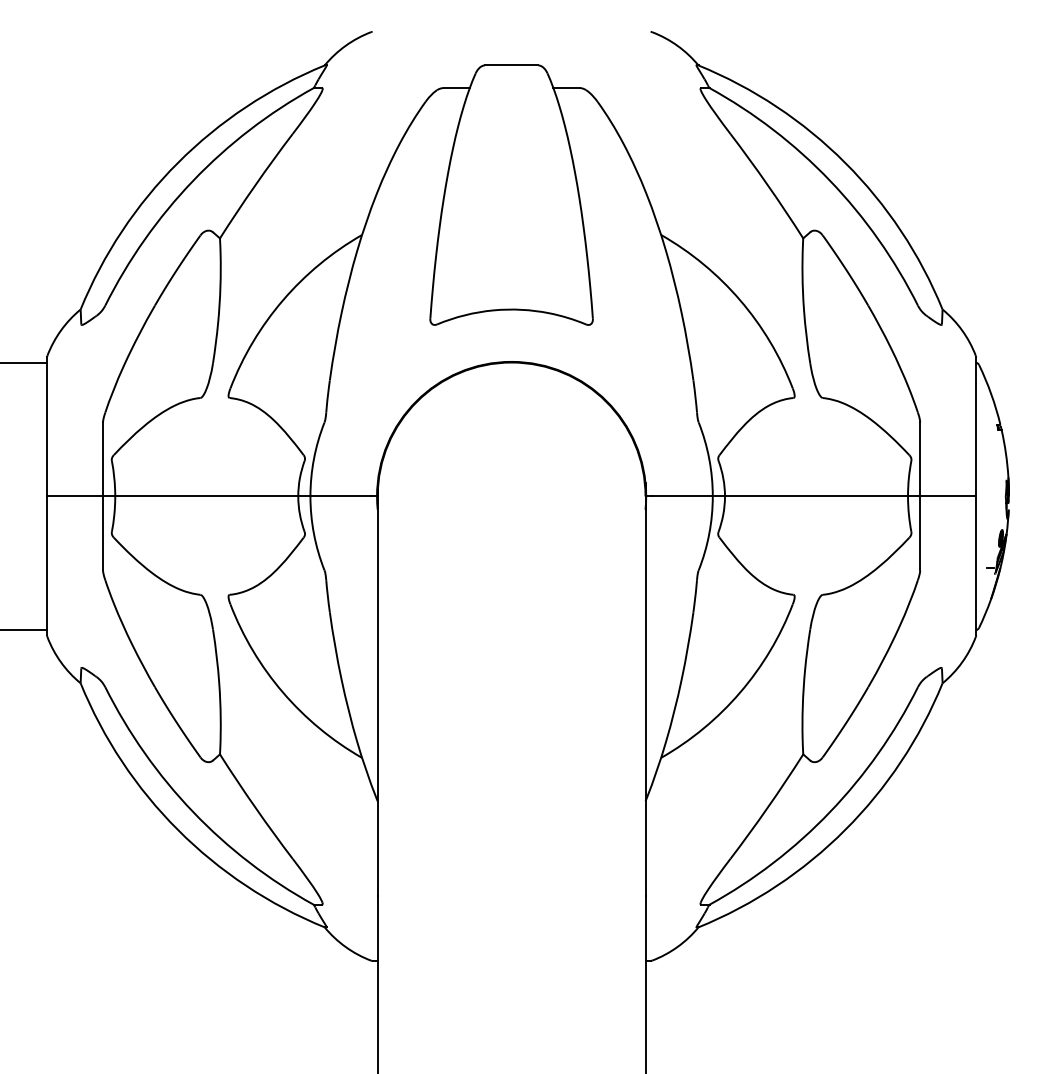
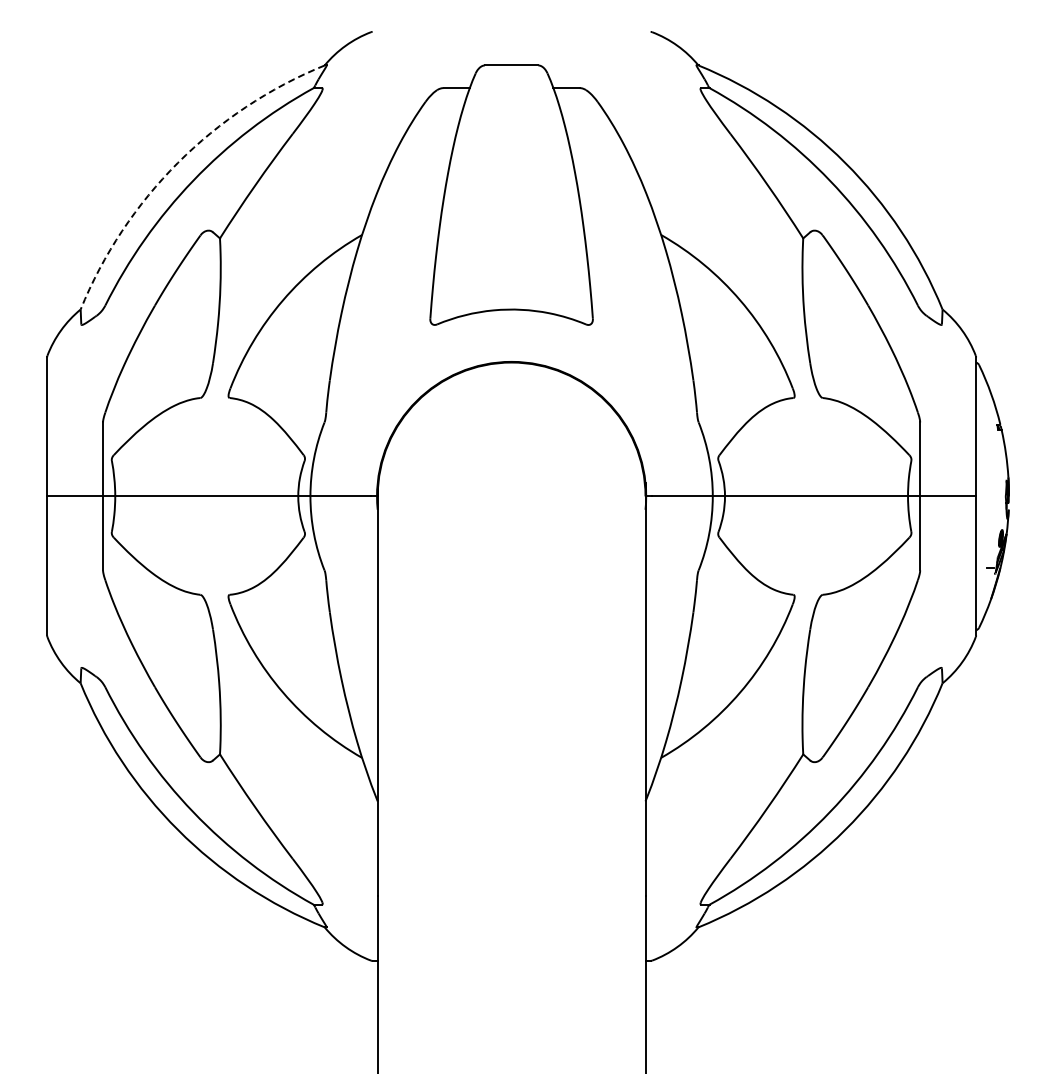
arc at (178, 162): solid -> dashed
line at (24, 362): present -> none
line at (24, 630): present -> none
